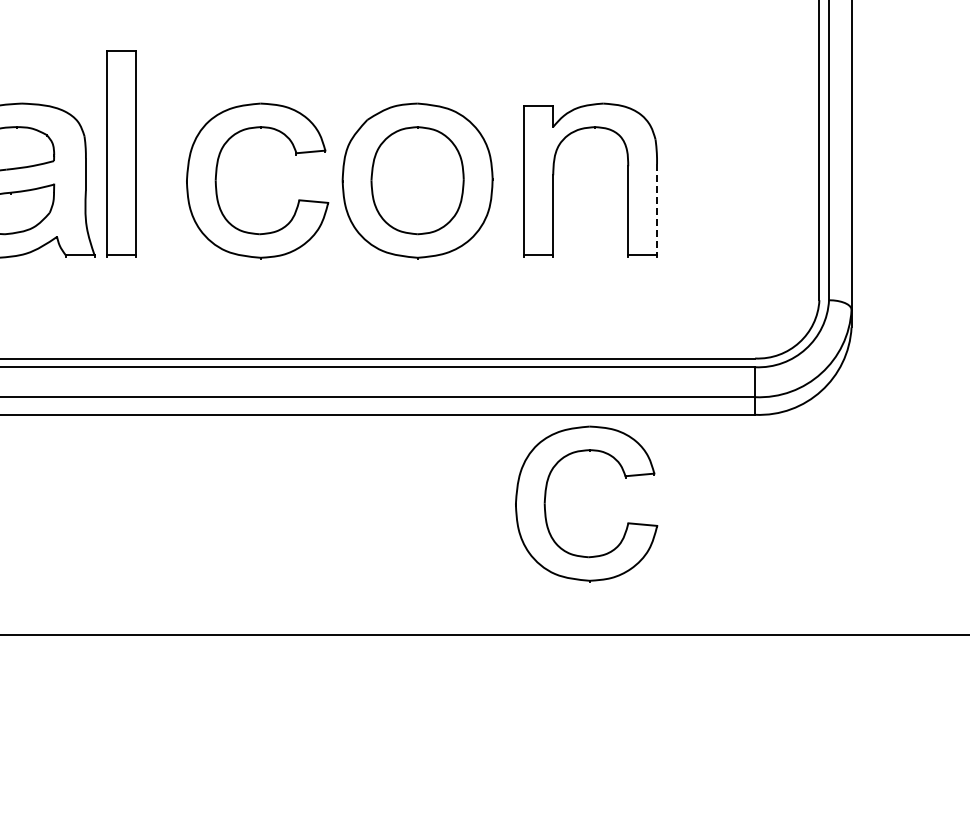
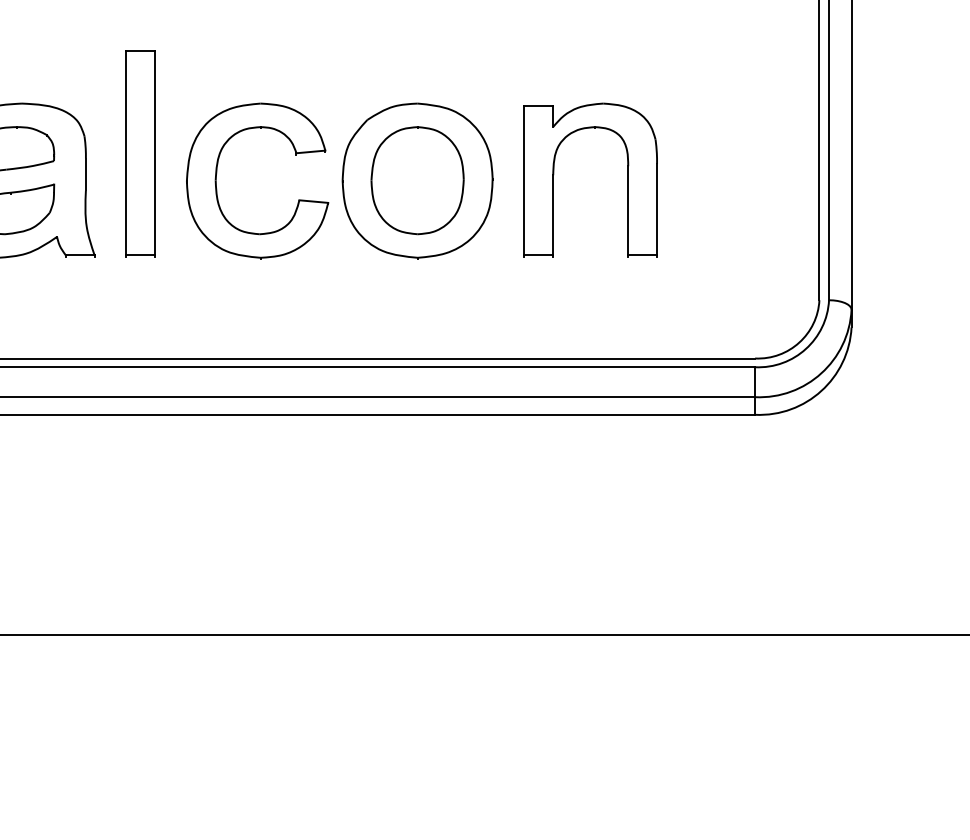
part at (121, 153) position: (121, 153) -> (140, 153)
line at (657, 209): dashed -> solid
part at (546, 496): present -> none
